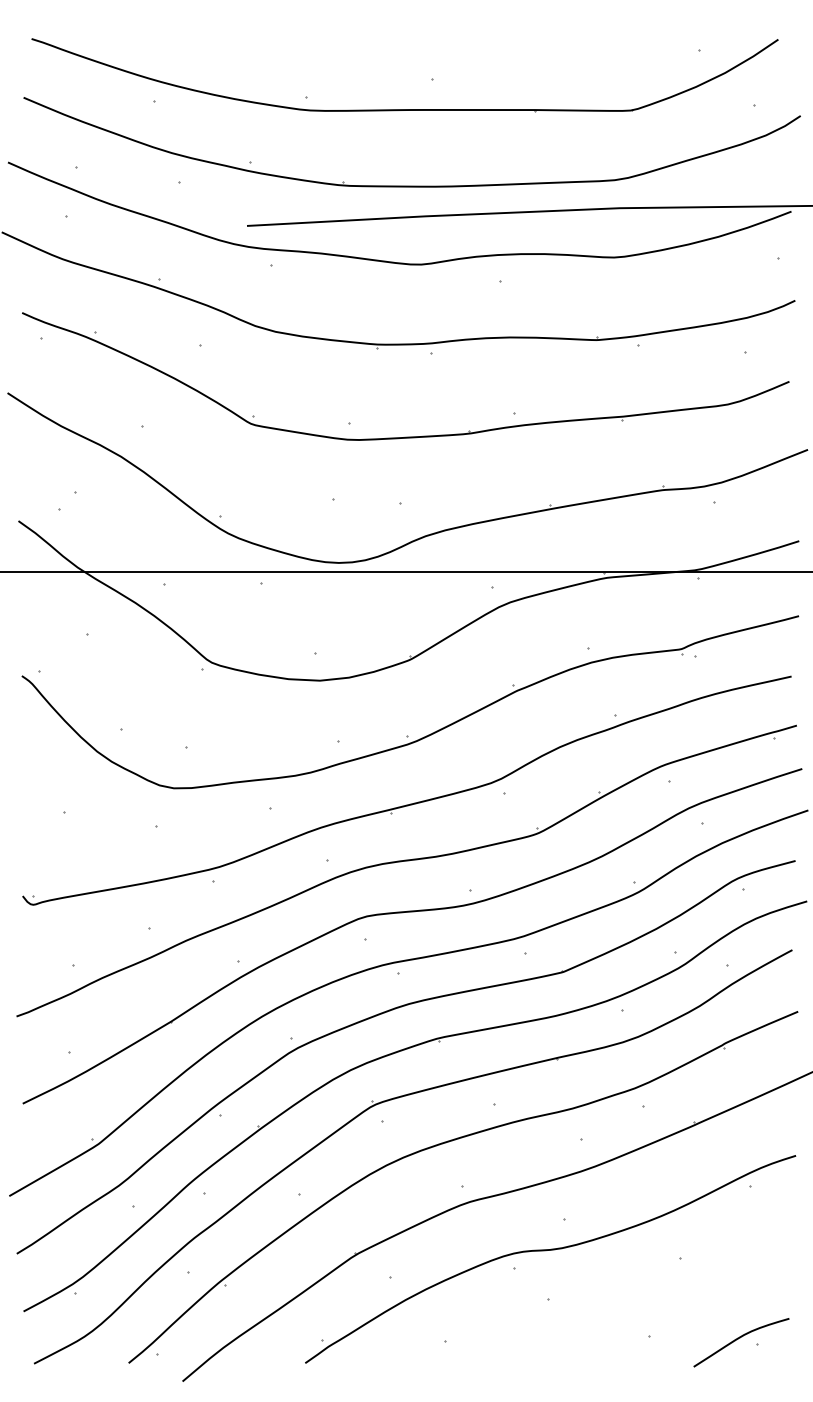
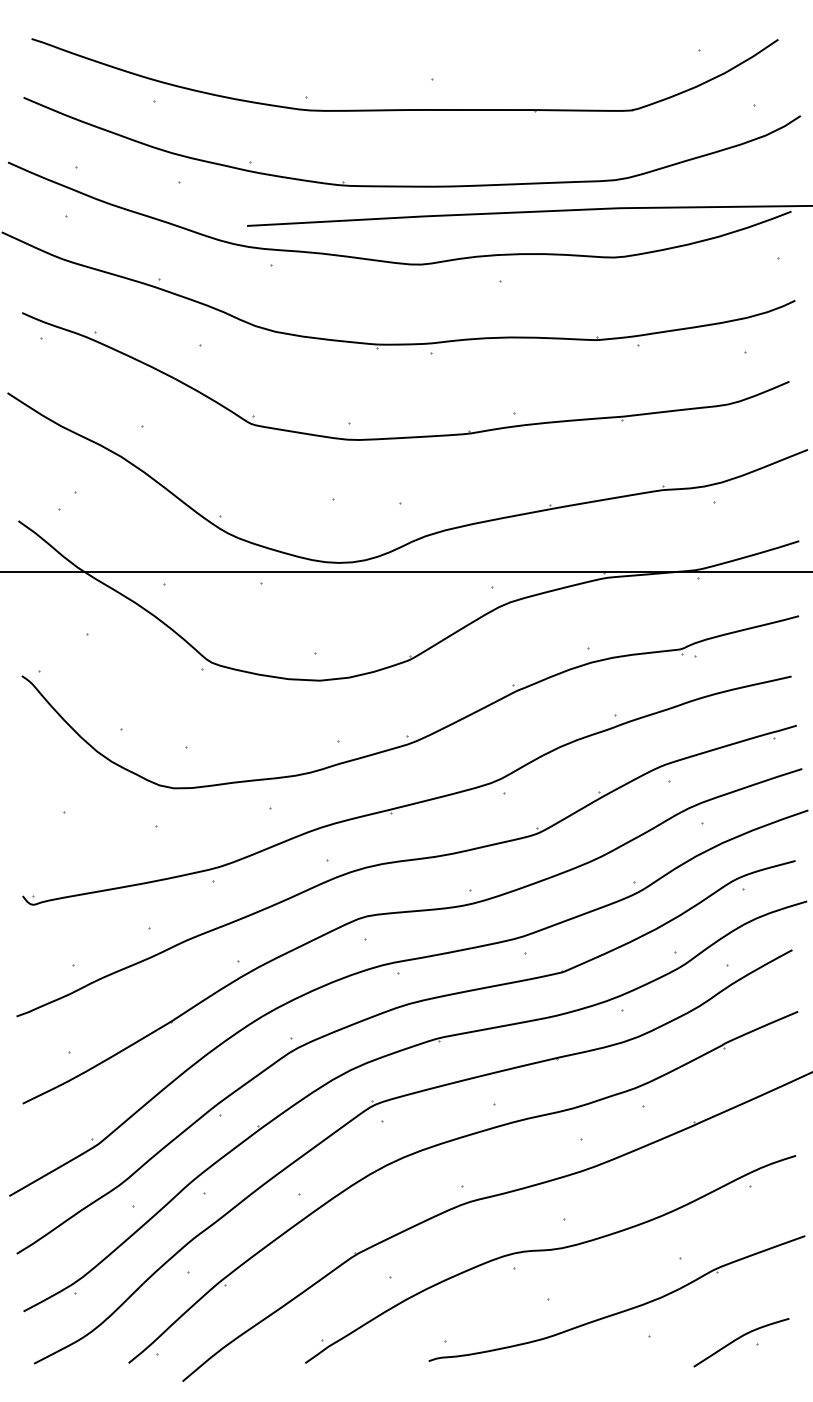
part at (619, 1311): none -> present
